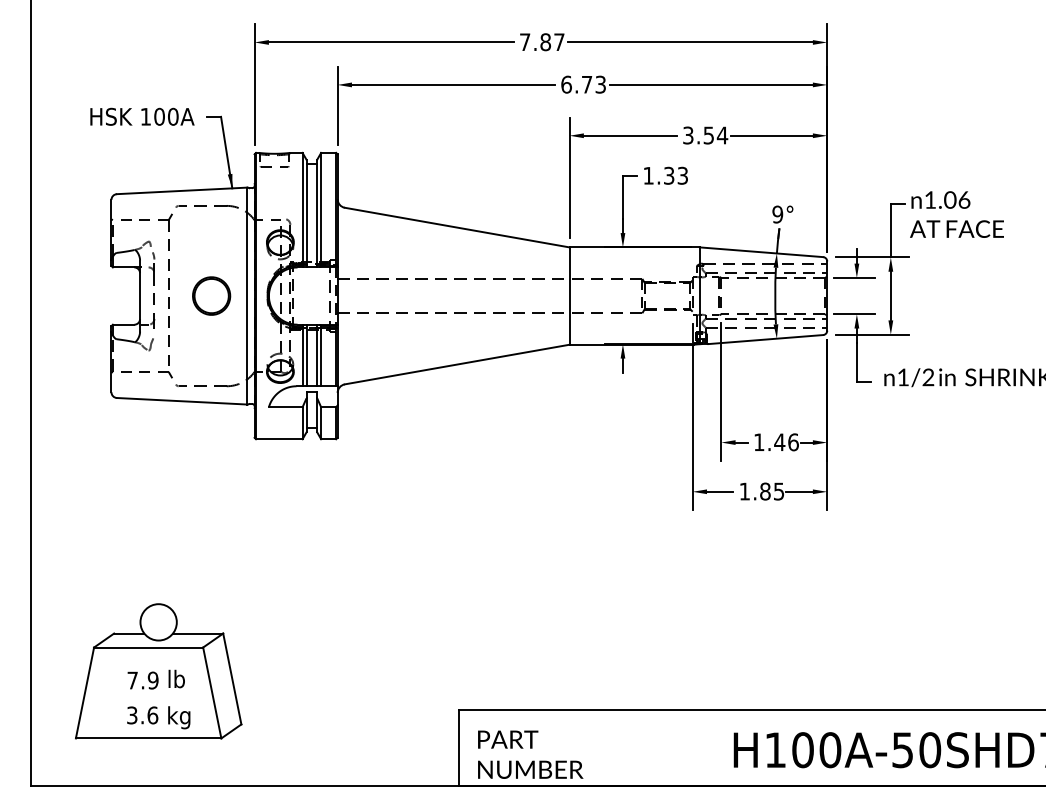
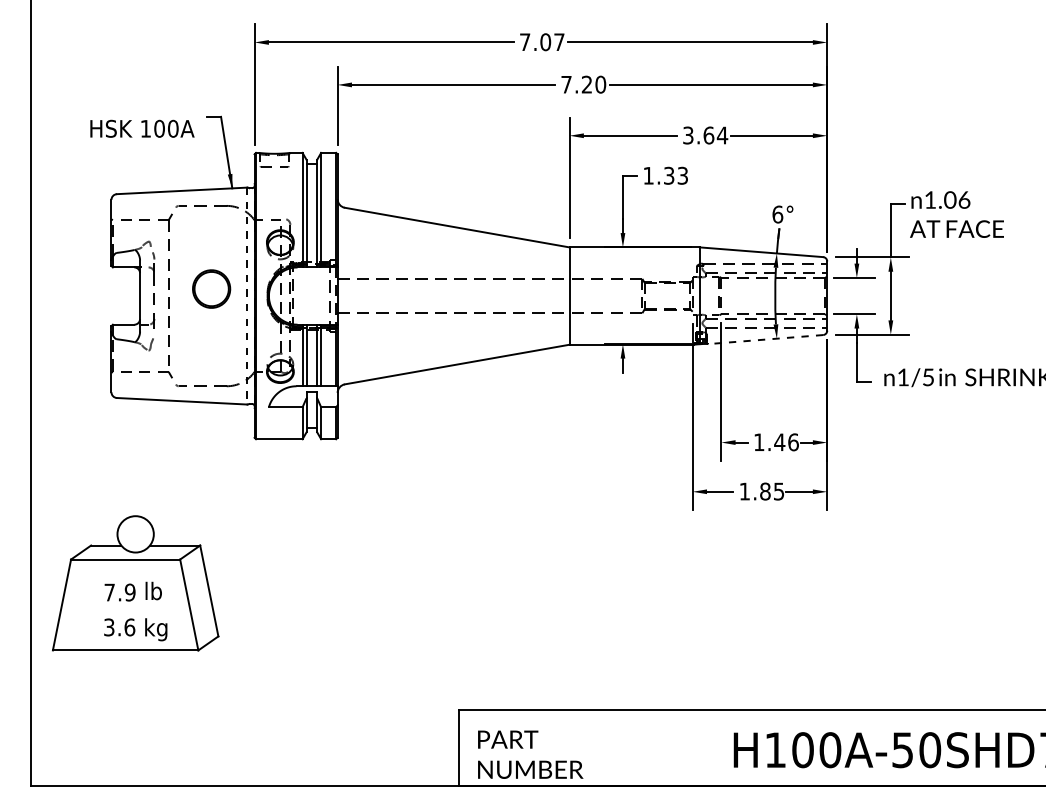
text at (545, 41): 7.87 -> 7.07
text at (583, 84): 6.73 -> 7.20
text at (142, 116) position: (142, 116) -> (142, 128)
text at (708, 135): 3.54 -> 3.64
text at (777, 214): 9° -> 6°
part at (211, 295) position: (211, 295) -> (211, 288)
line at (247, 296): solid -> dashed
line at (765, 339): solid -> dashed
text at (928, 377): 1/2 -> 1/5
part at (158, 671) position: (158, 671) -> (135, 583)
